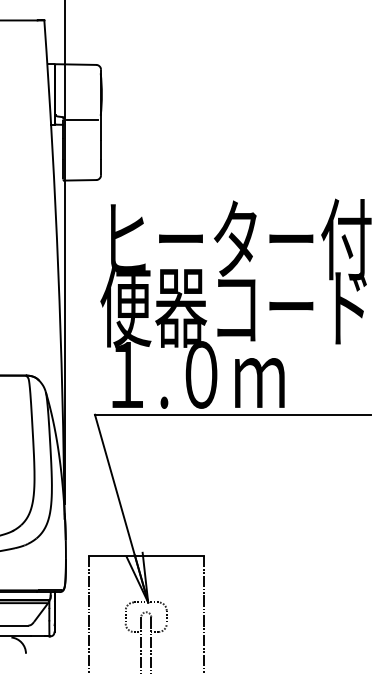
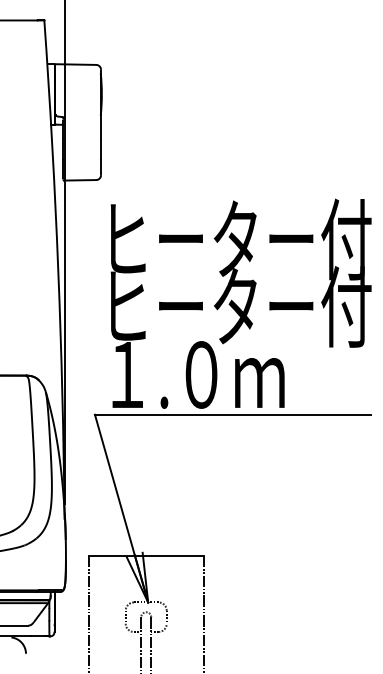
line at (81, 120): present -> none
text at (235, 306): 便器コード -> ヒーター付
